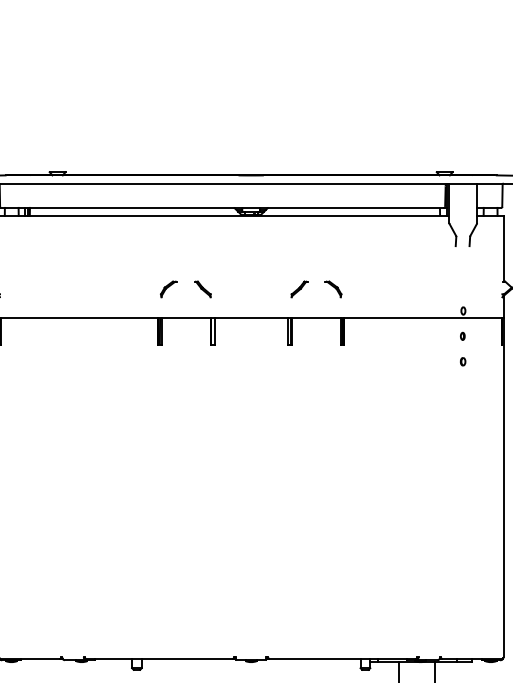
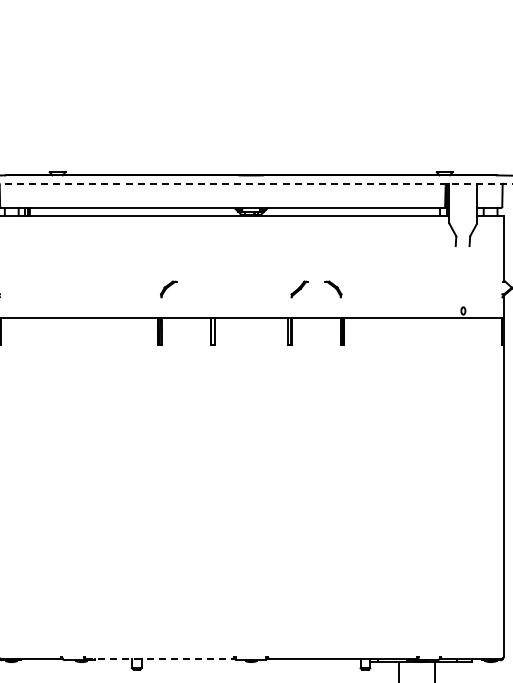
line at (256, 183): solid -> dashed
part at (202, 289): present -> none
part at (462, 335): present -> none
part at (463, 361): present -> none
line at (160, 658): solid -> dashed
